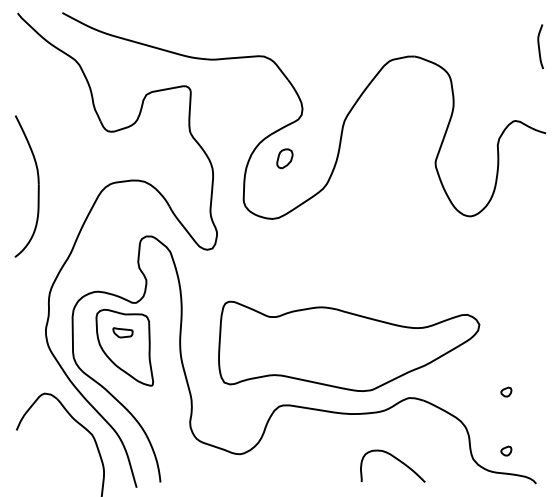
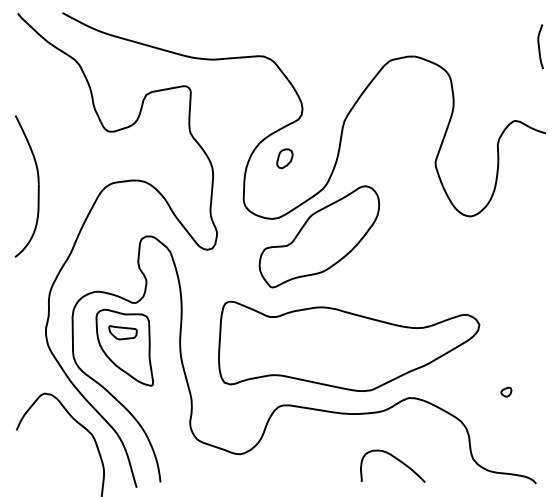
part at (319, 236): none -> present
part at (122, 332) size: 22x12 px -> 30x16 px
part at (506, 450): present -> none
